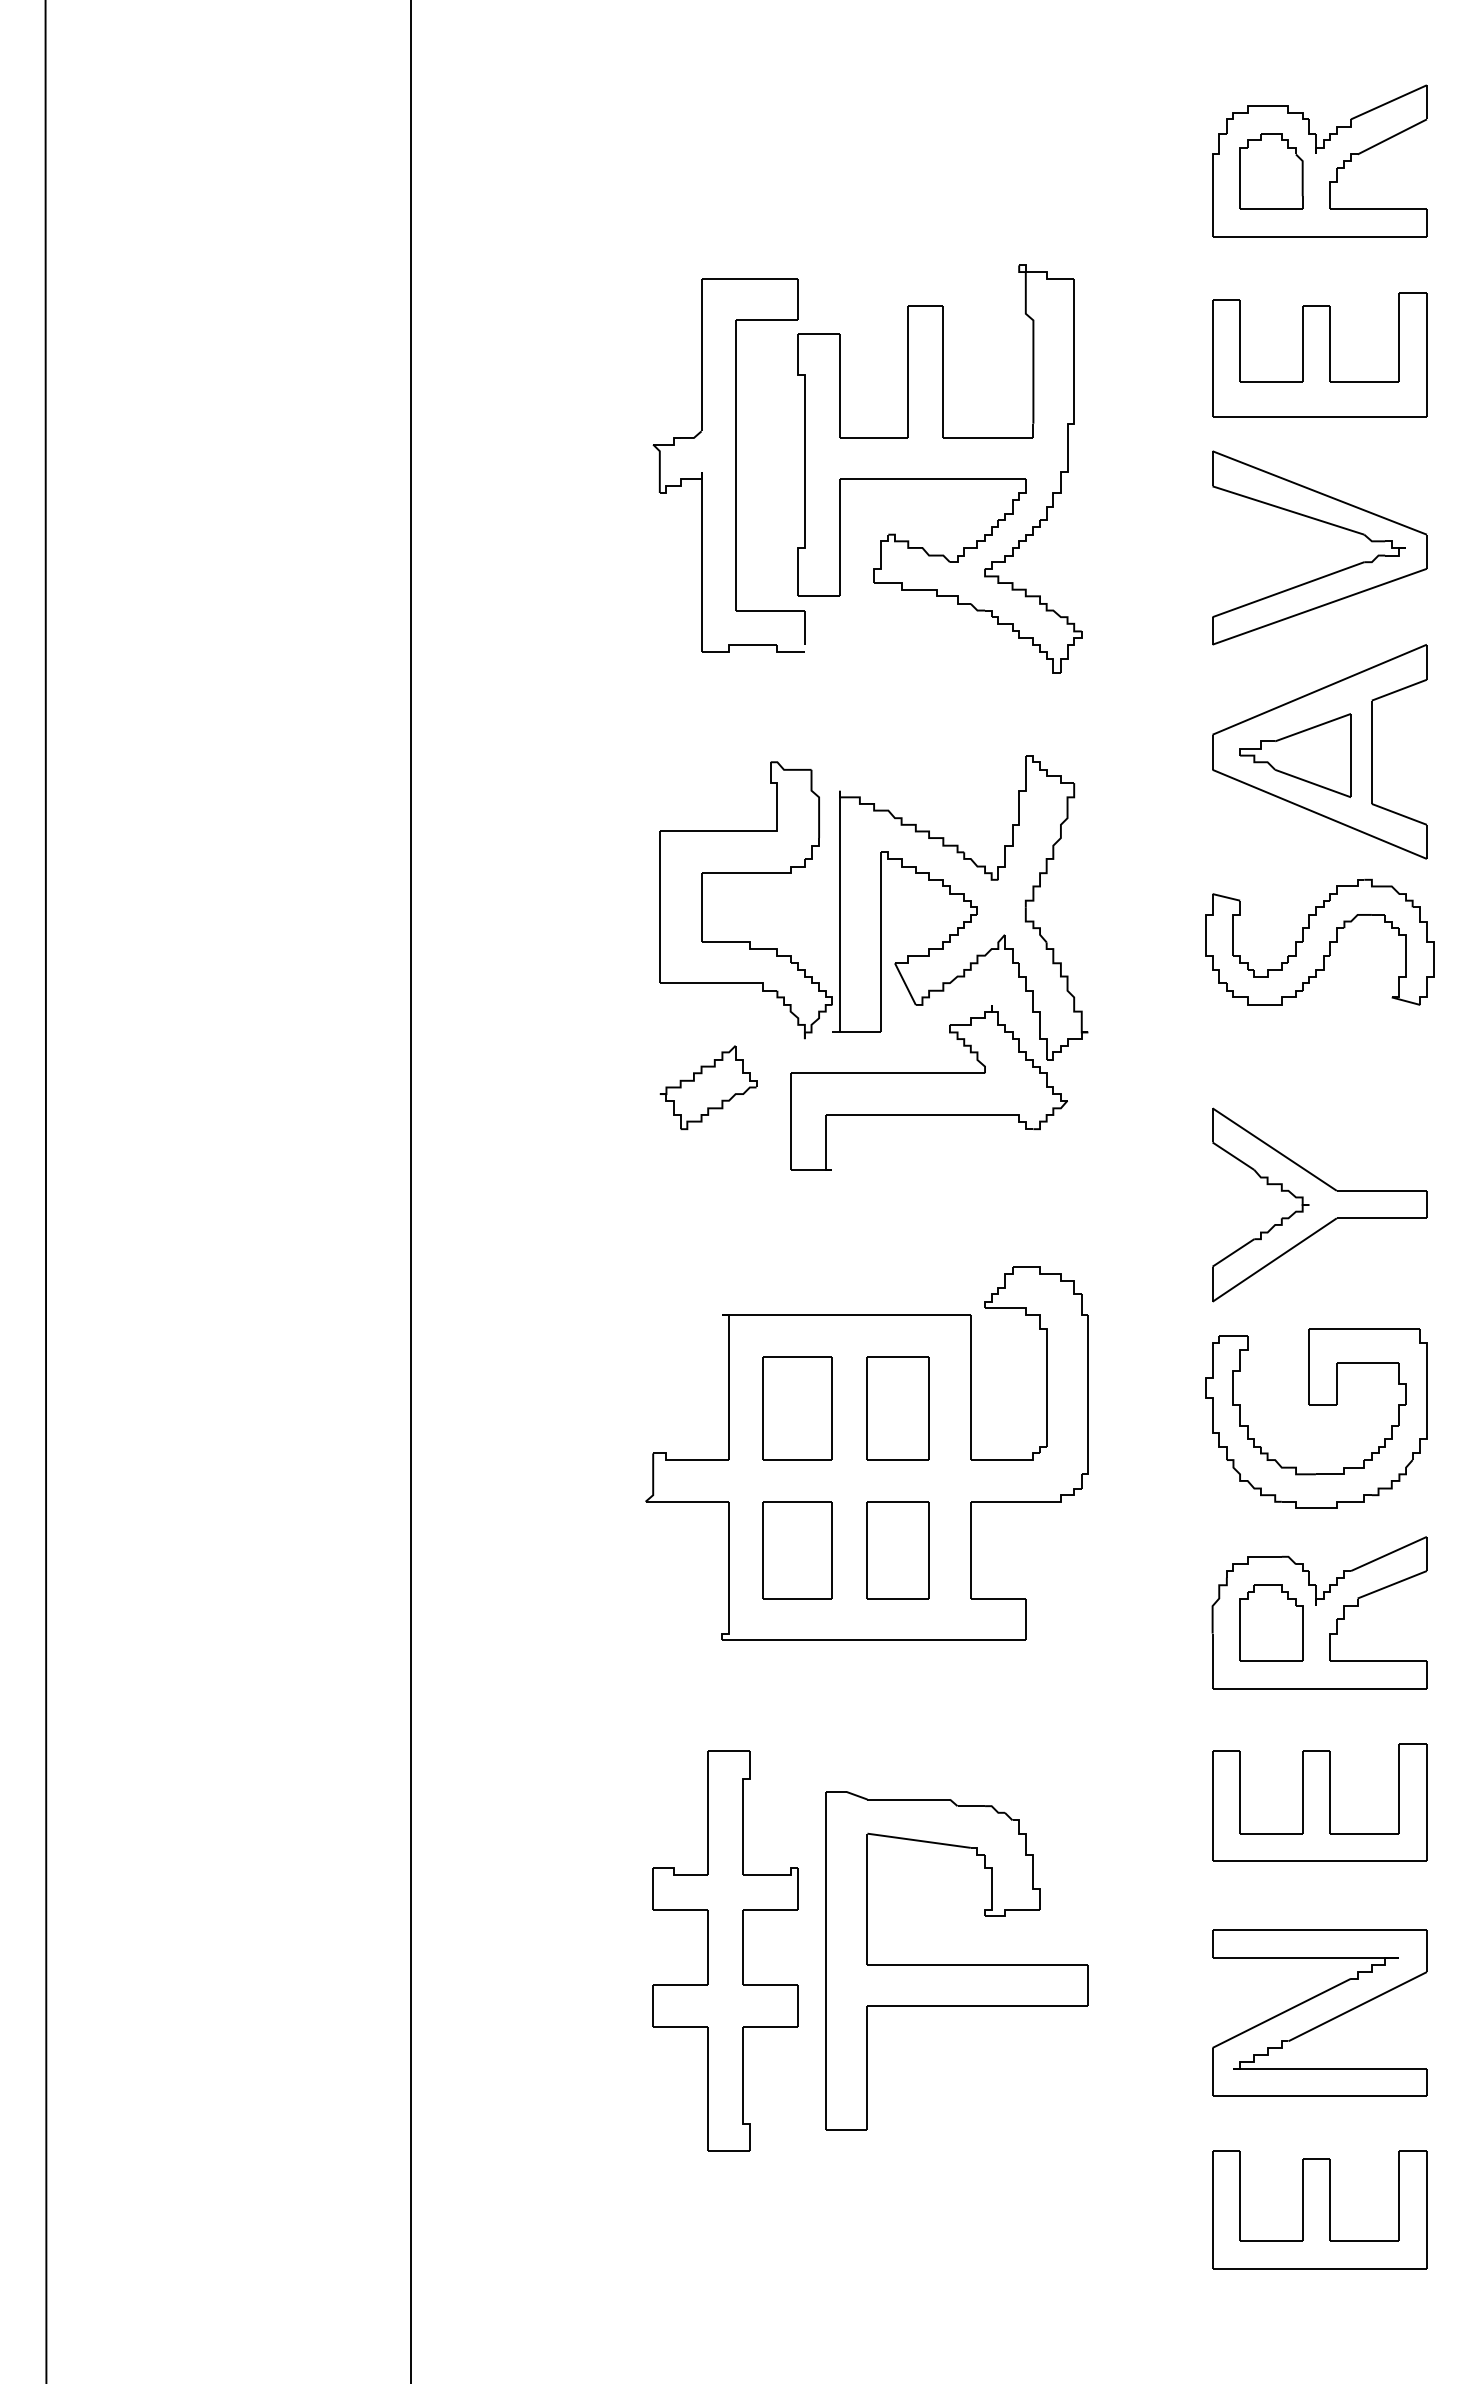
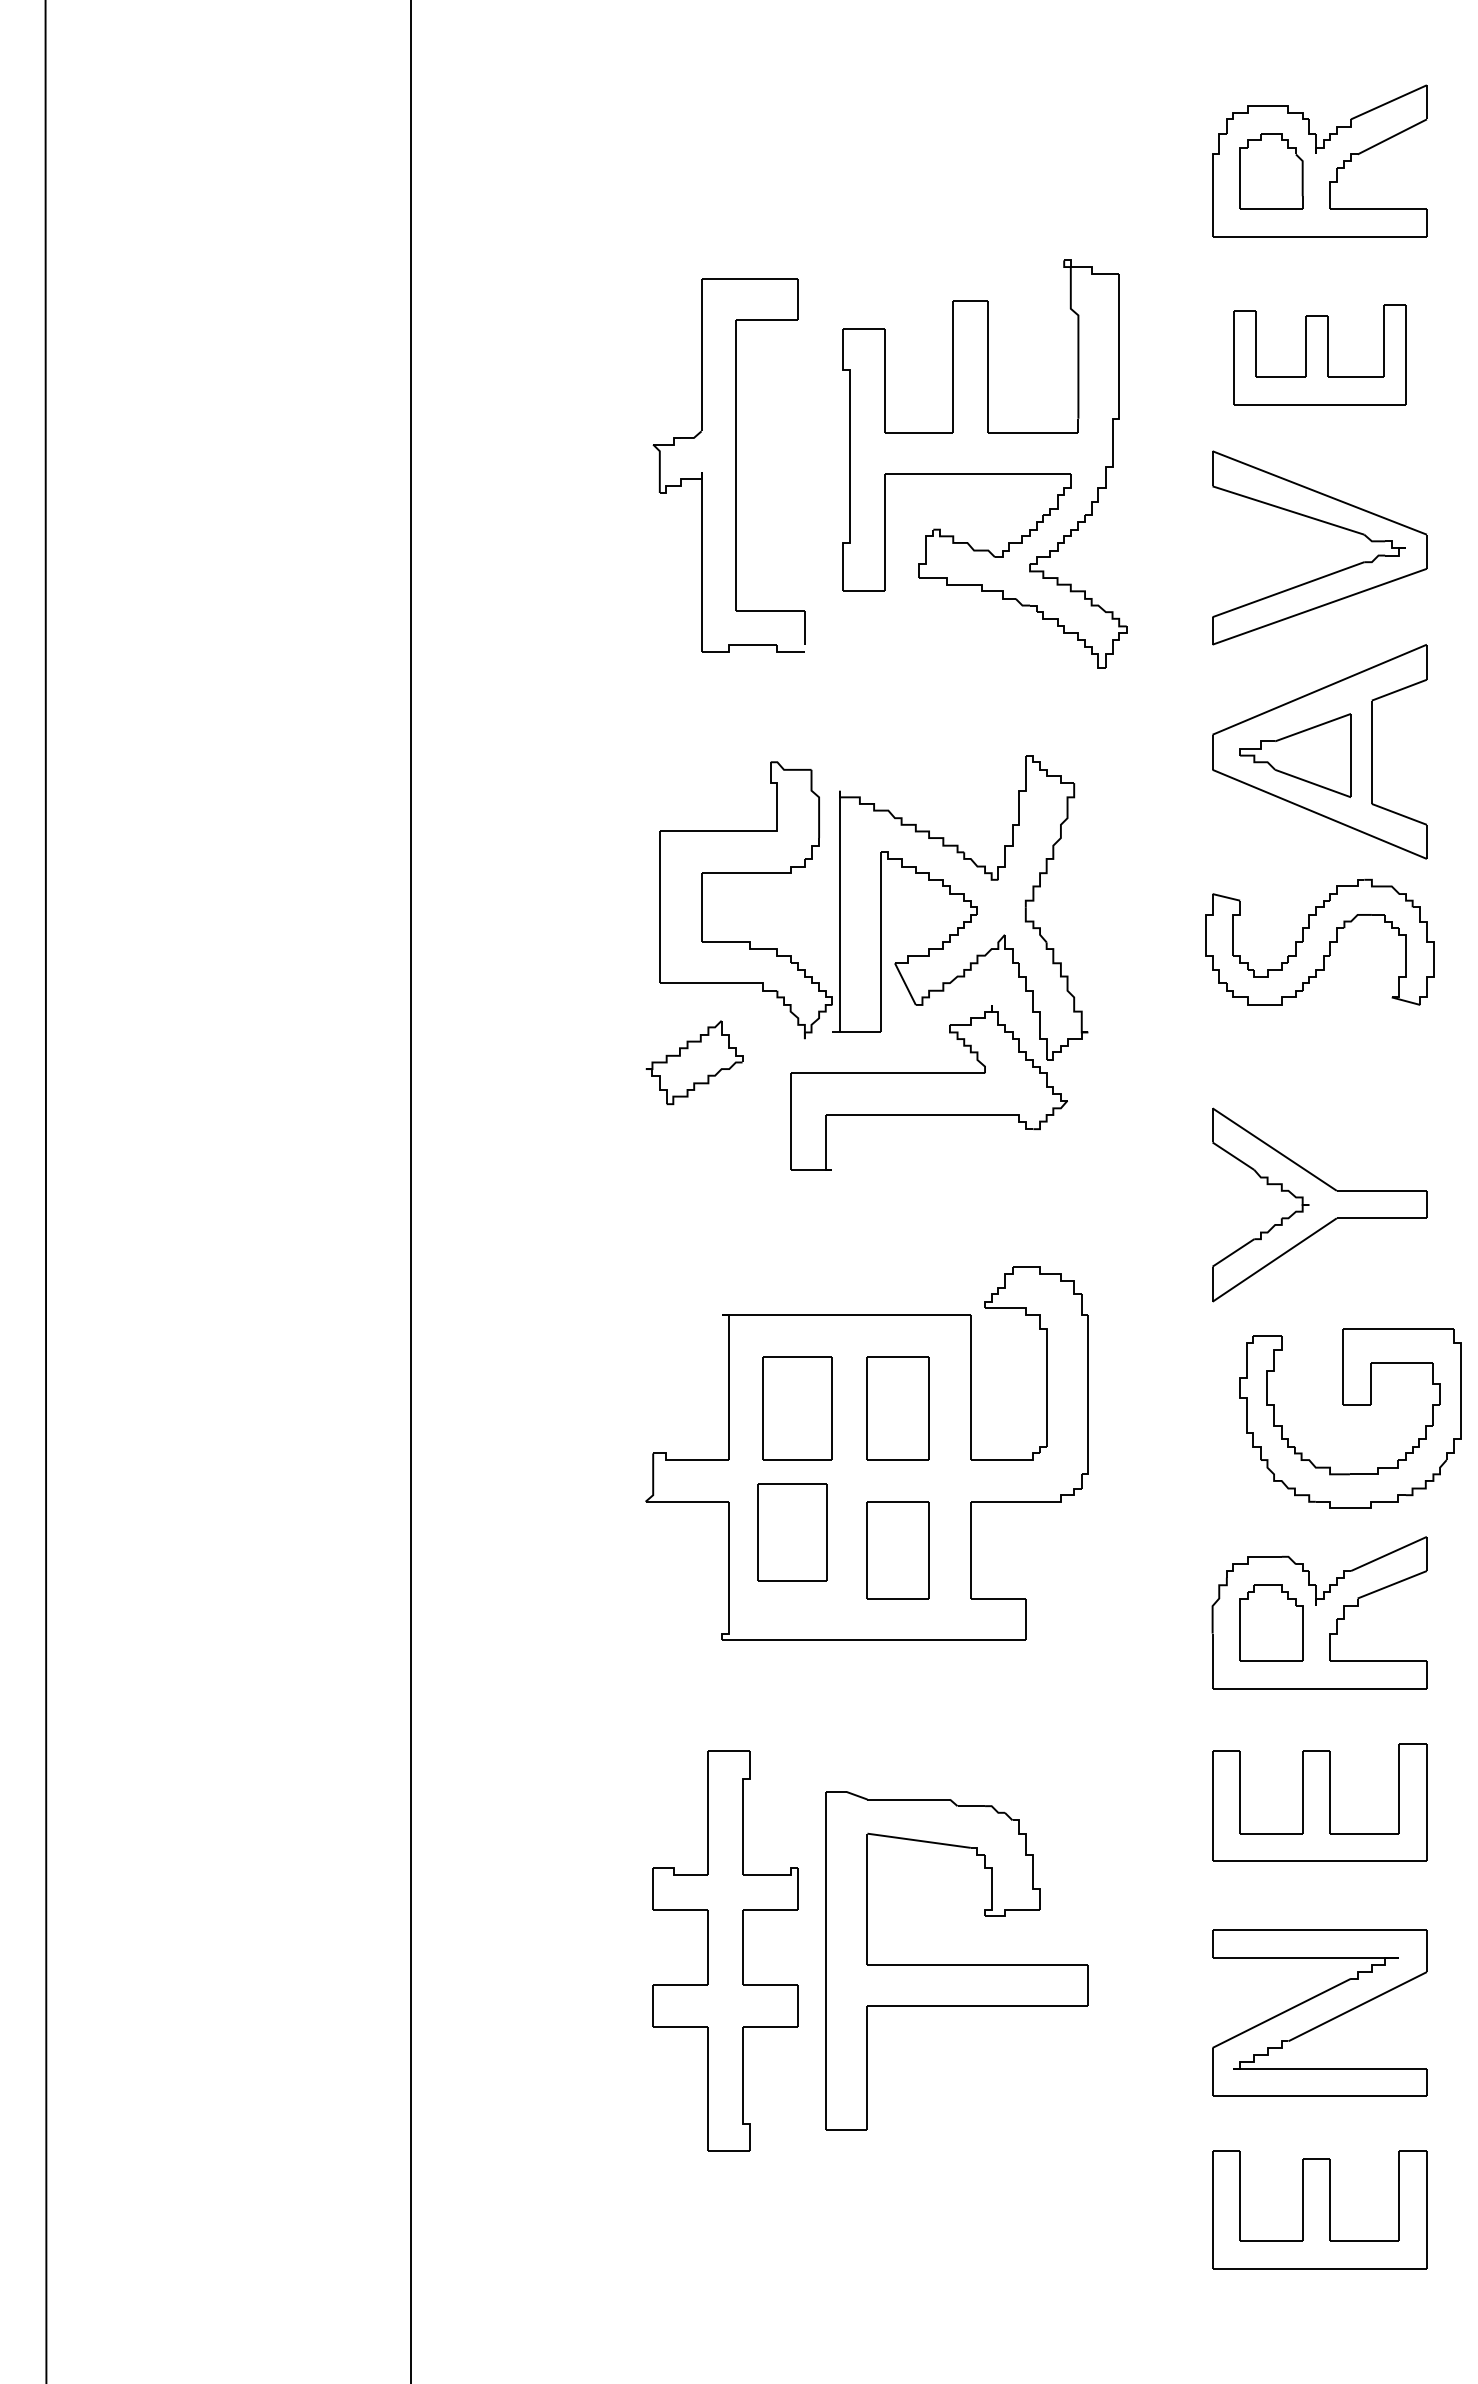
part at (1319, 354) size: 216x126 px -> 174x102 px
part at (939, 468) position: (939, 468) -> (984, 463)
part at (708, 1087) position: (708, 1087) -> (694, 1062)
part at (1316, 1405) position: (1316, 1405) -> (1350, 1405)
part at (797, 1550) position: (797, 1550) -> (792, 1532)
